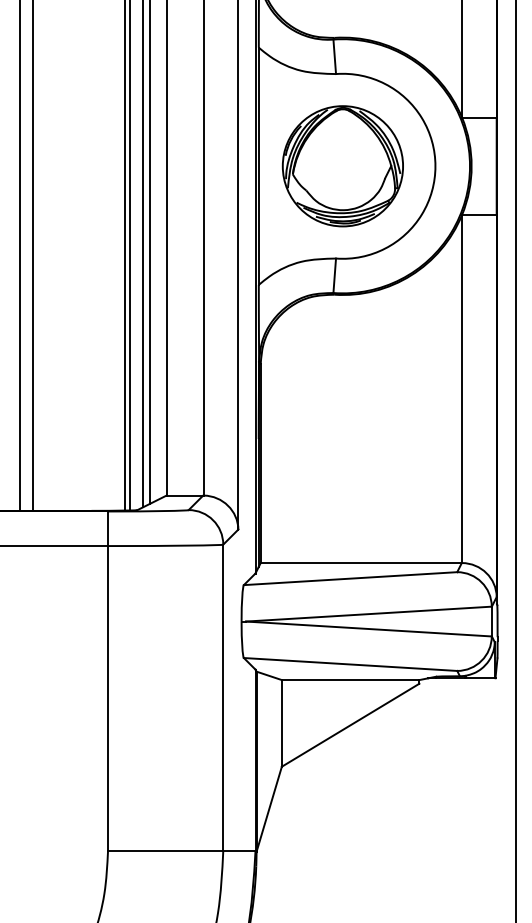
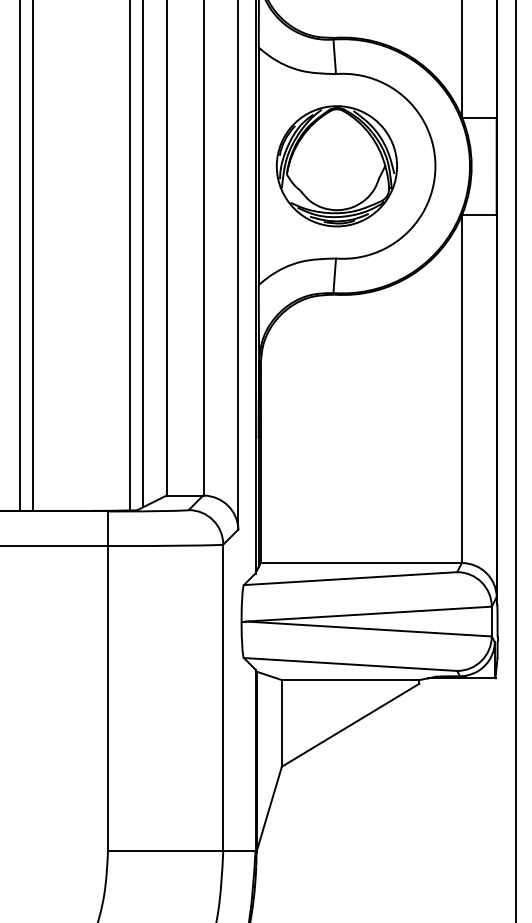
part at (342, 166) position: (342, 166) -> (336, 166)
line at (149, 252): present -> none
line at (125, 256): present -> none
